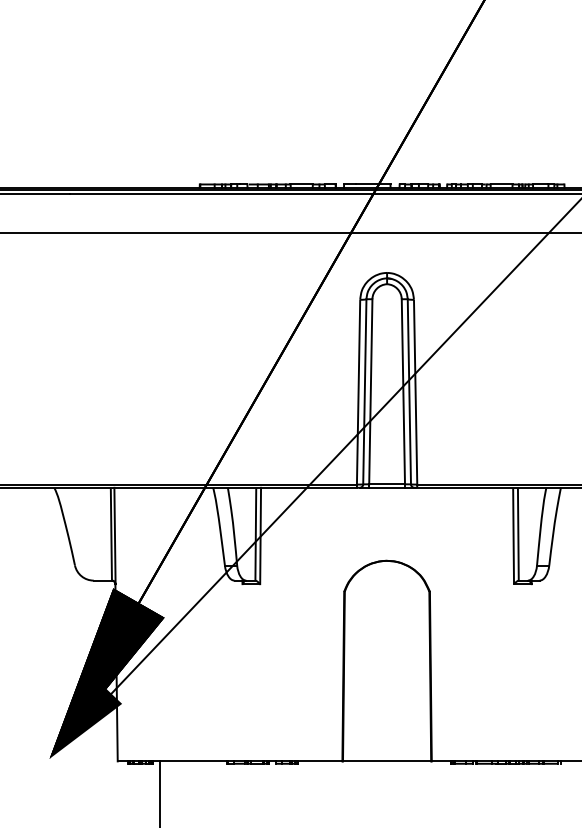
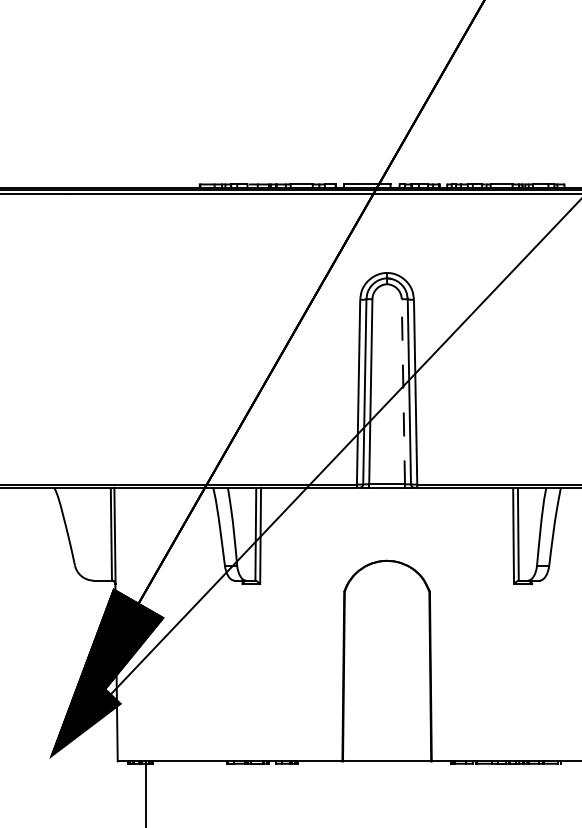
line at (290, 233): present -> none
line at (403, 391): solid -> dashed
line at (159, 792) position: (159, 792) -> (145, 792)
